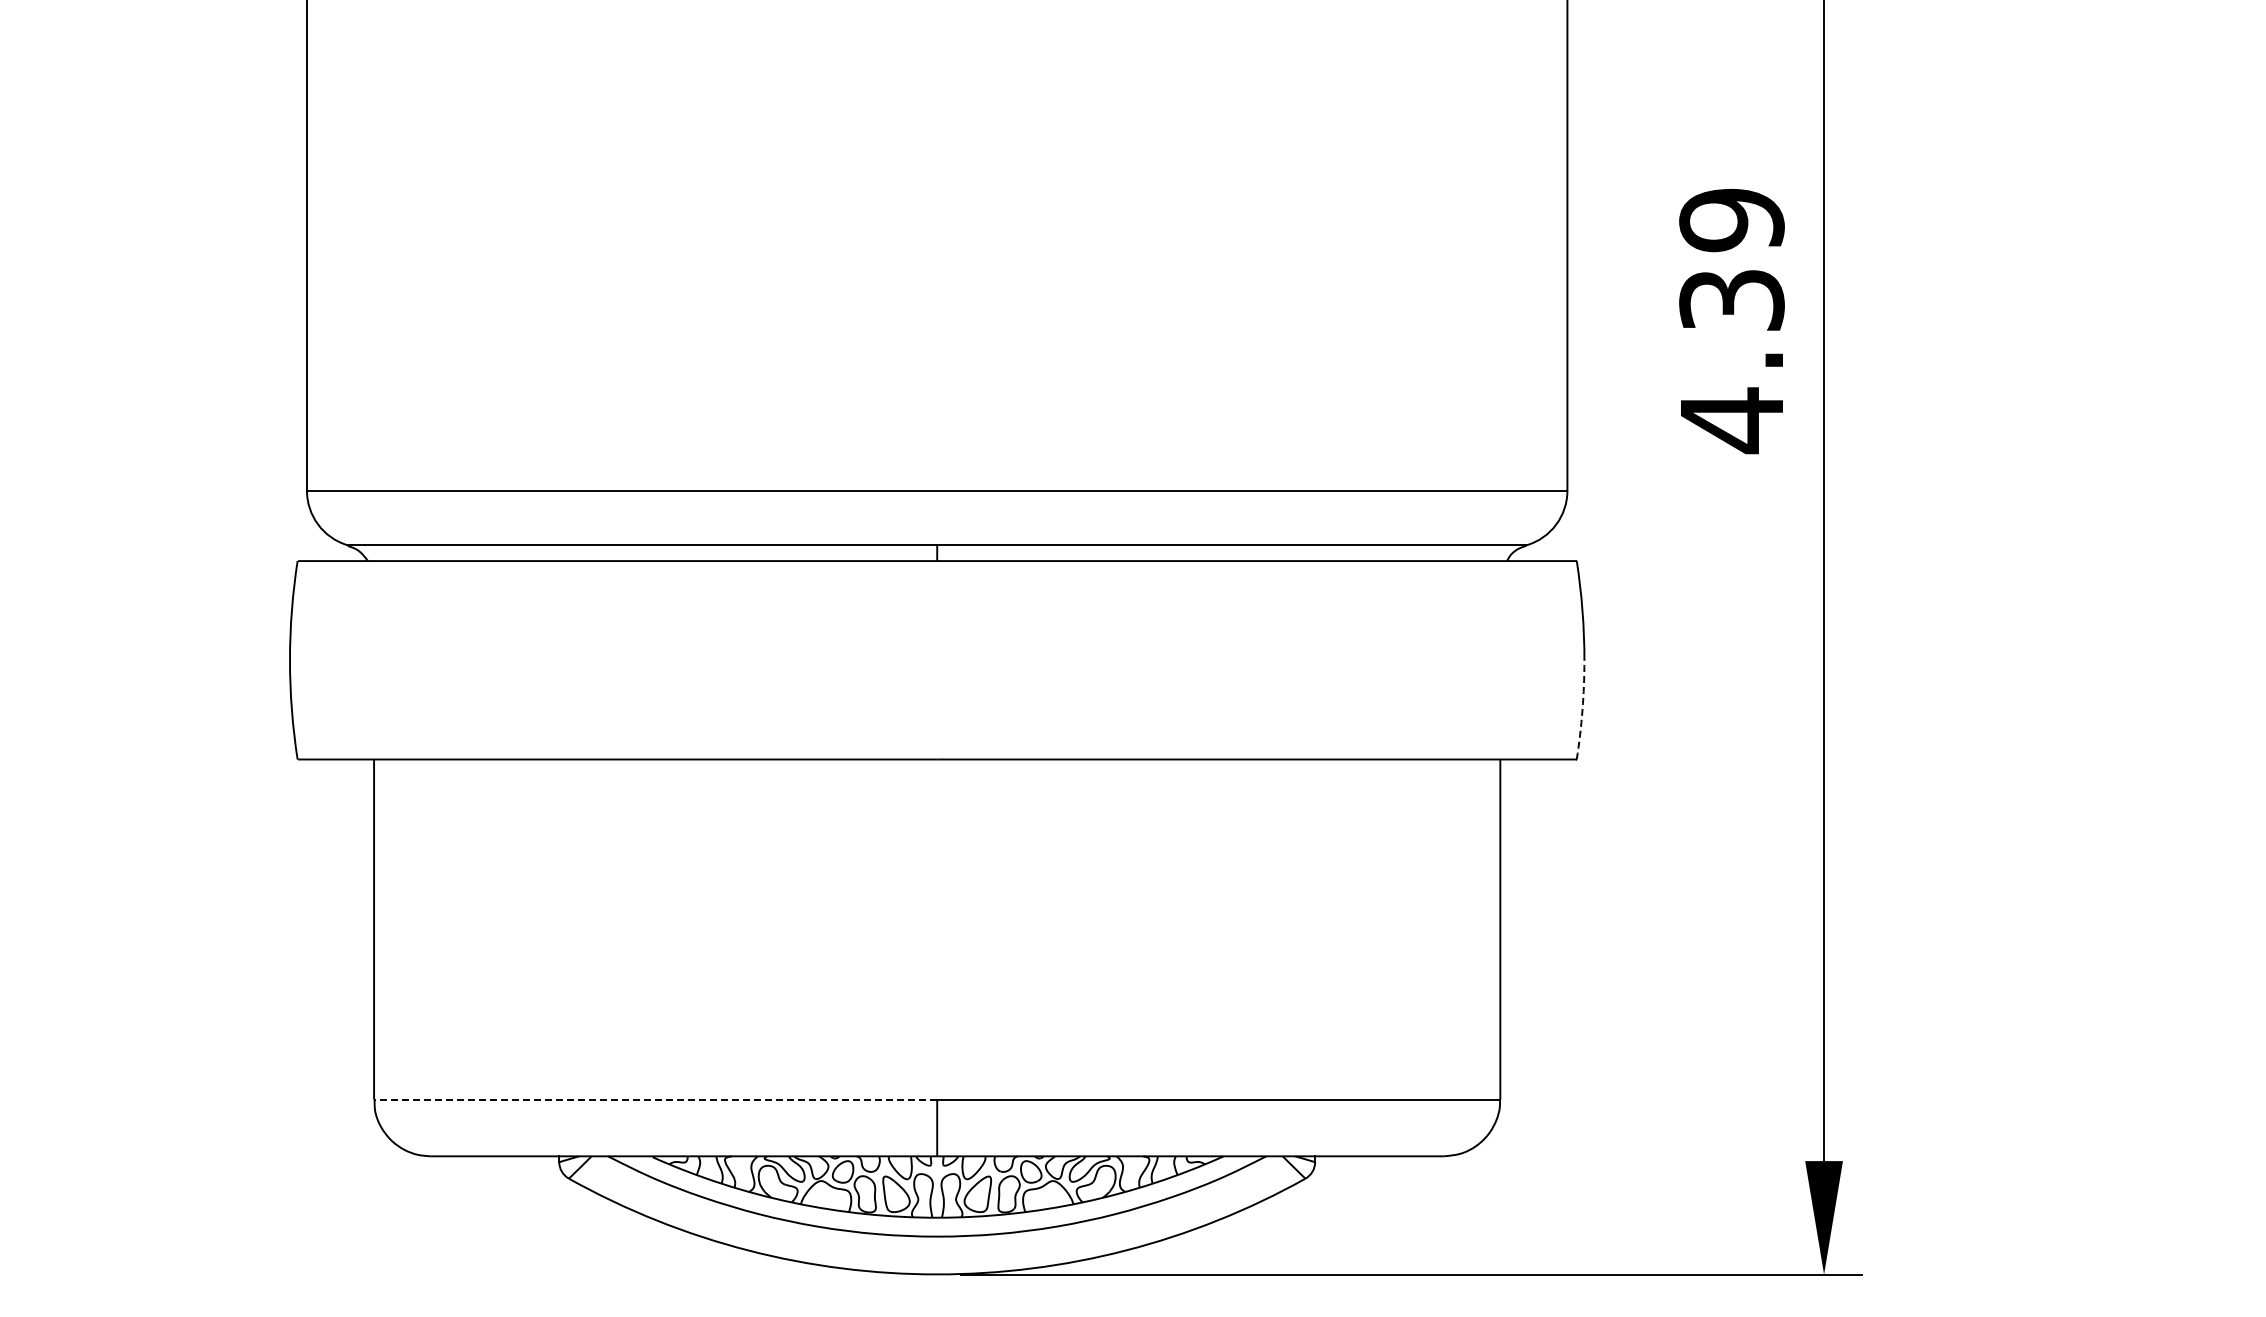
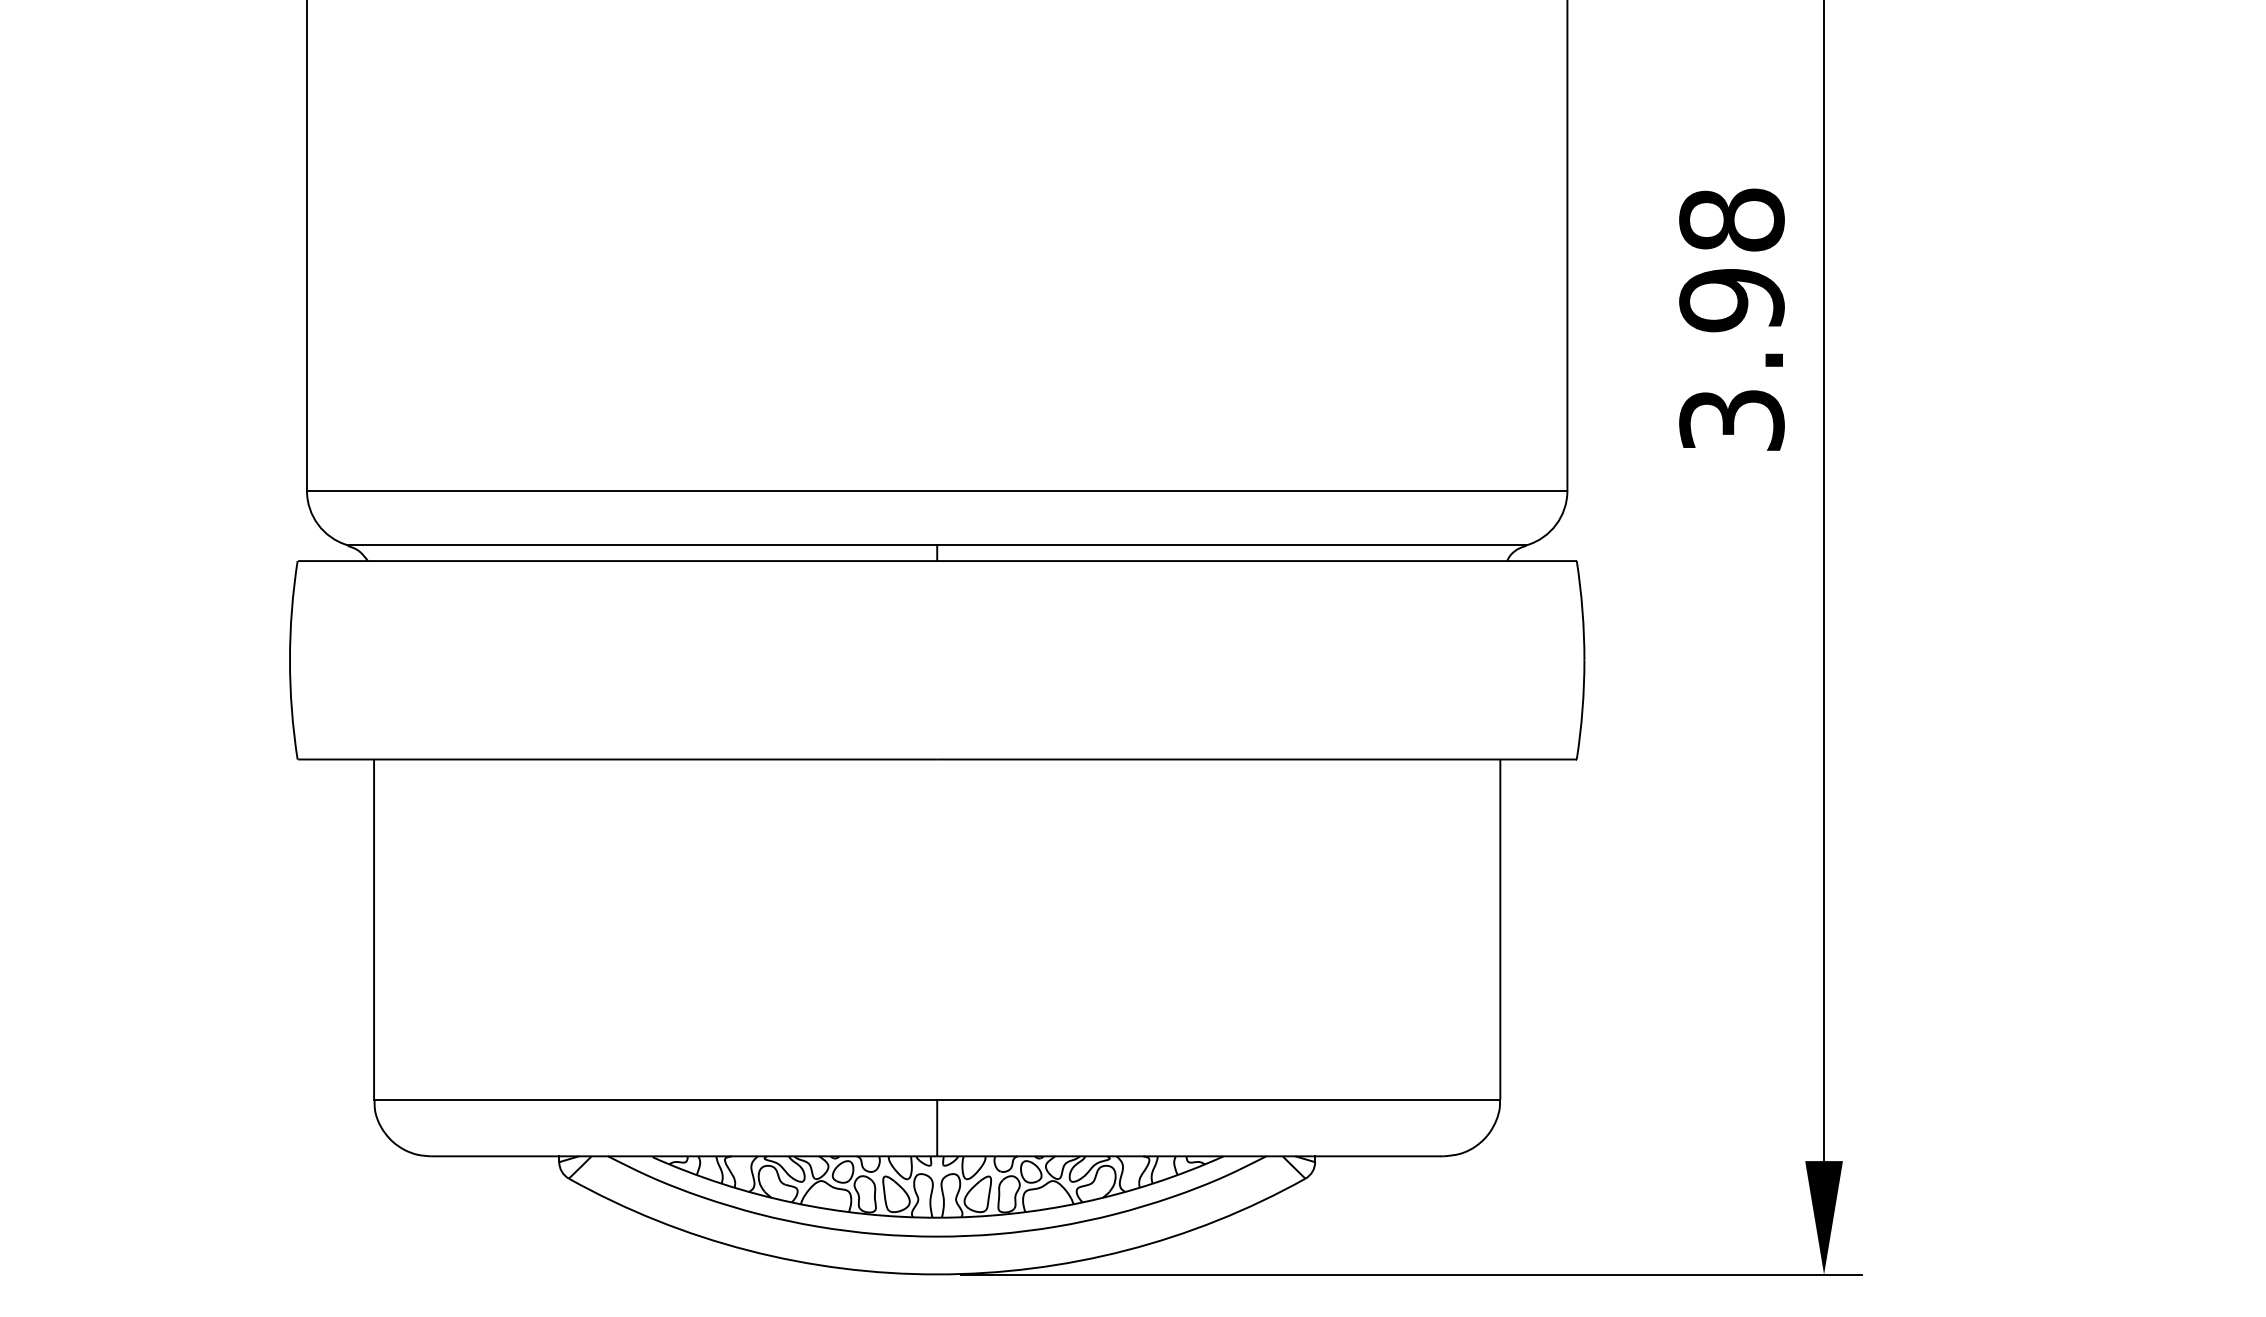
text at (1731, 321): 4.39 -> 3.98
arc at (1582, 710): dashed -> solid
line at (655, 1099): dashed -> solid
